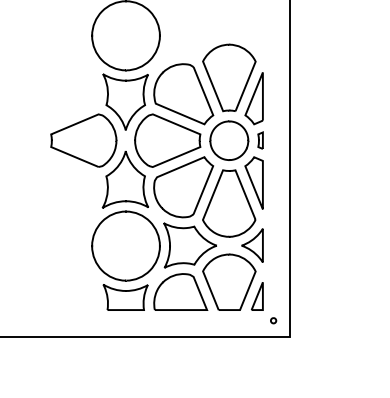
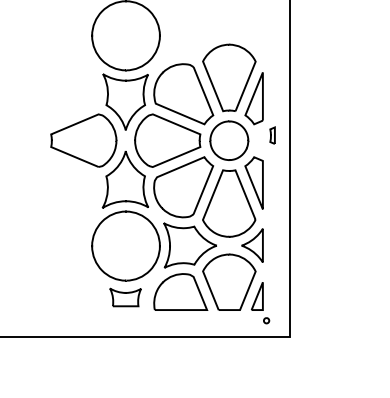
part at (260, 140) position: (260, 140) -> (272, 135)
part at (125, 297) size: 47x27 px -> 33x21 px
part at (273, 320) position: (273, 320) -> (266, 320)
